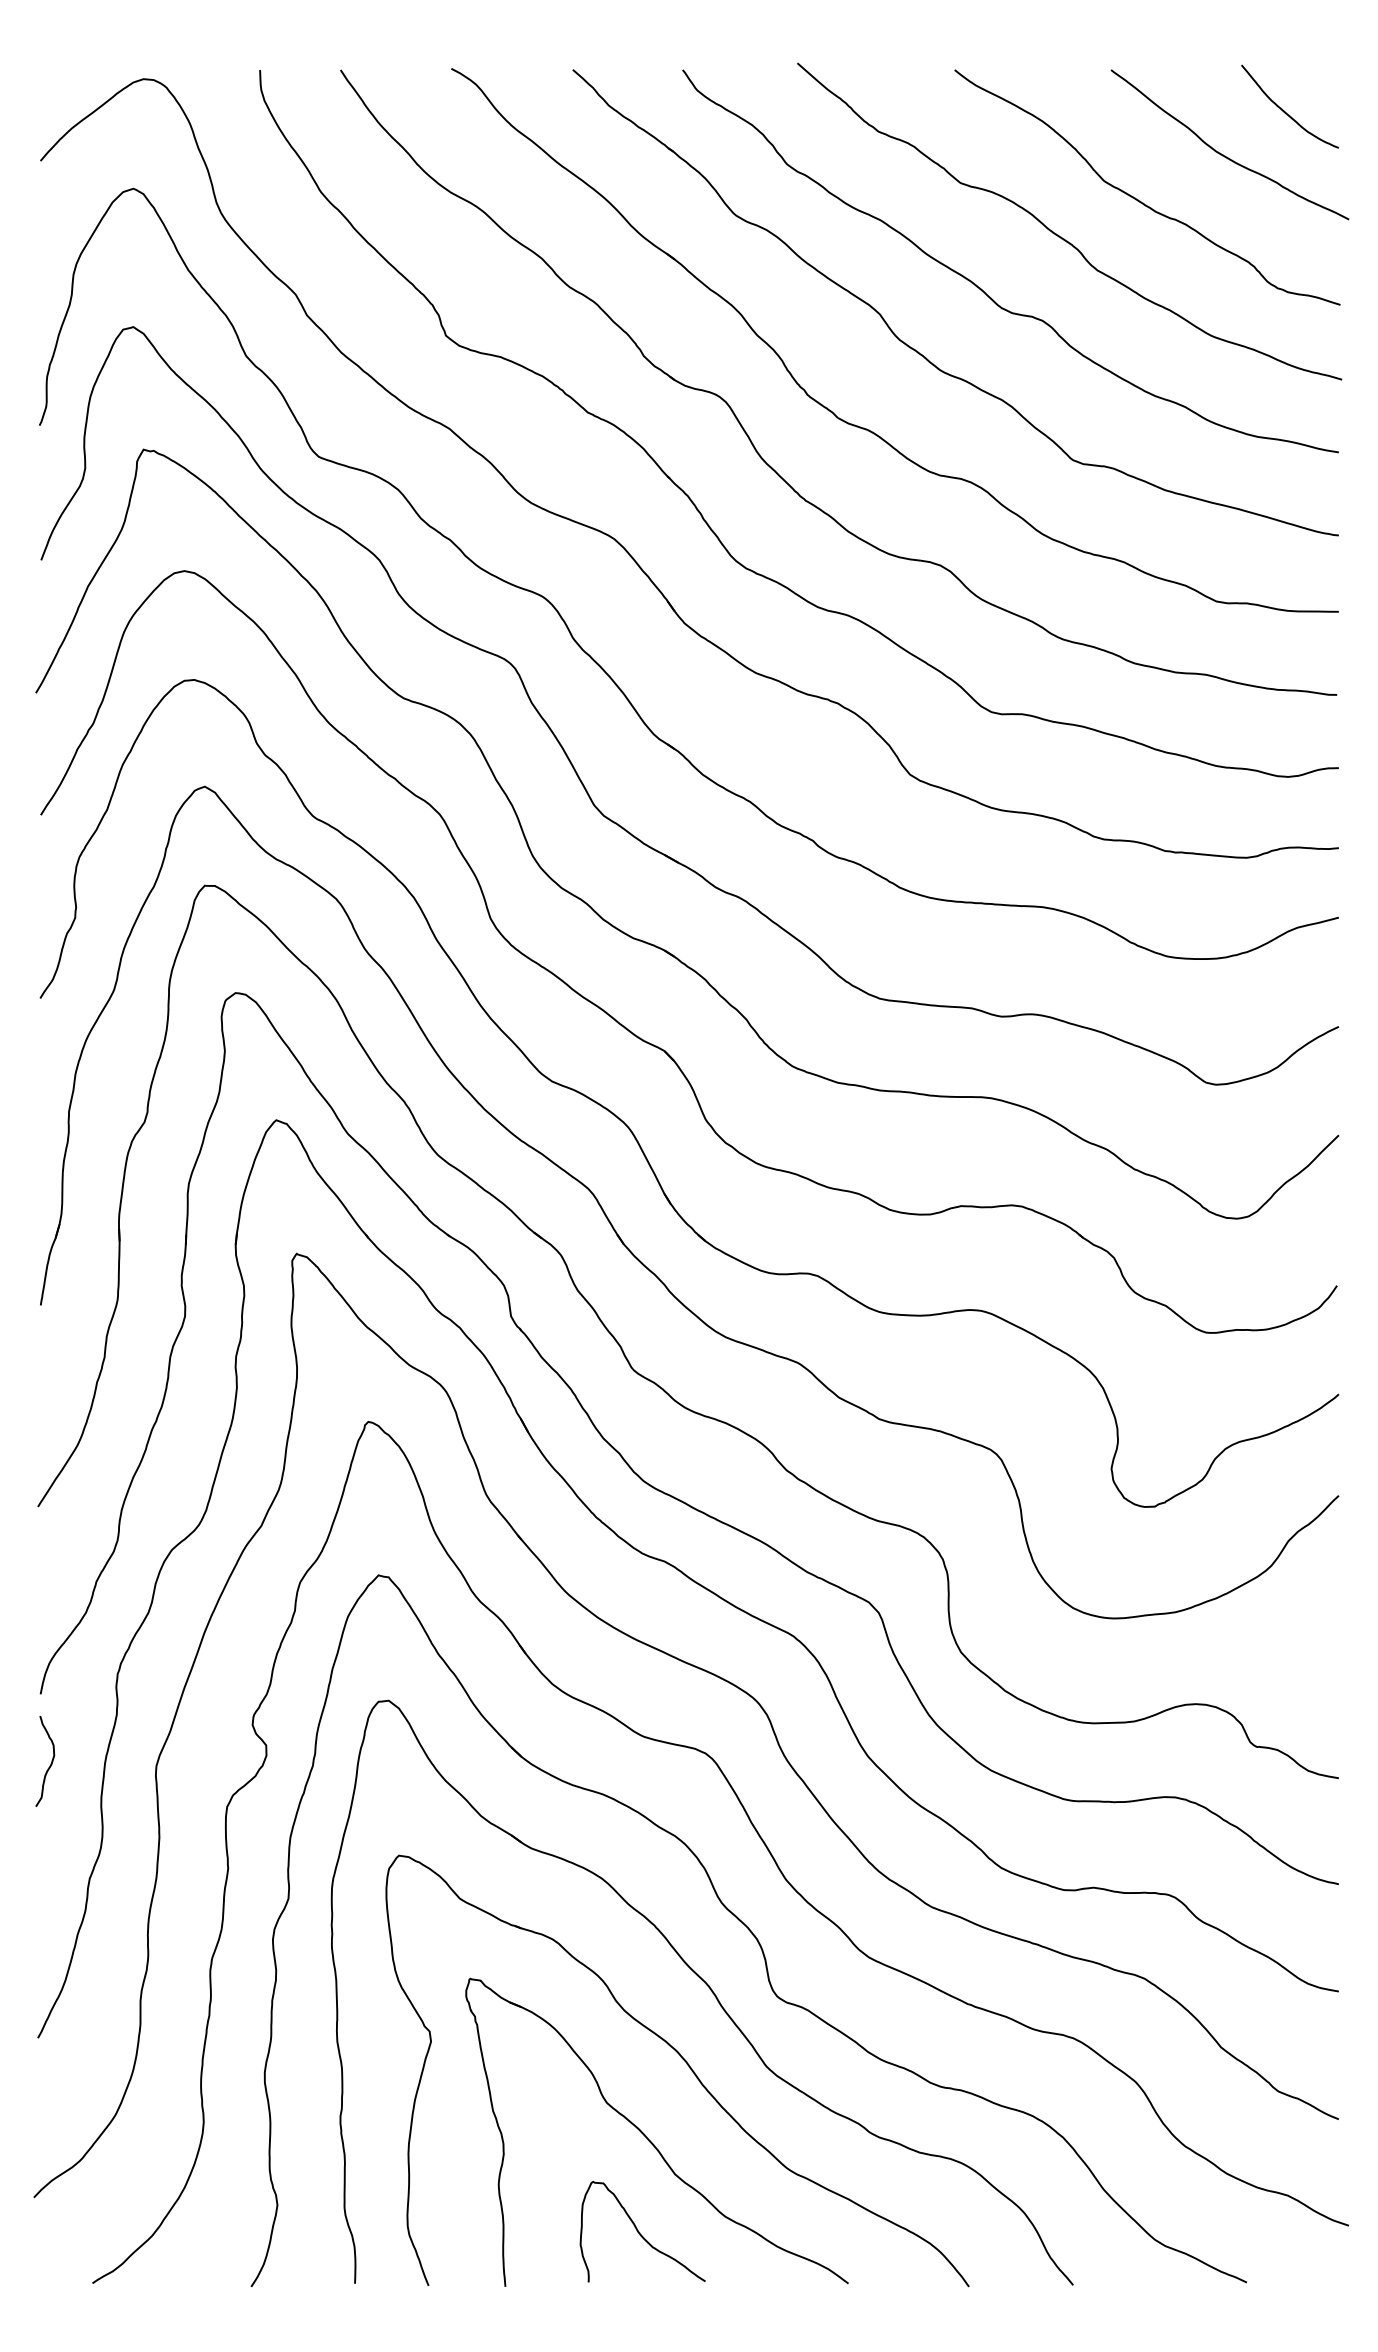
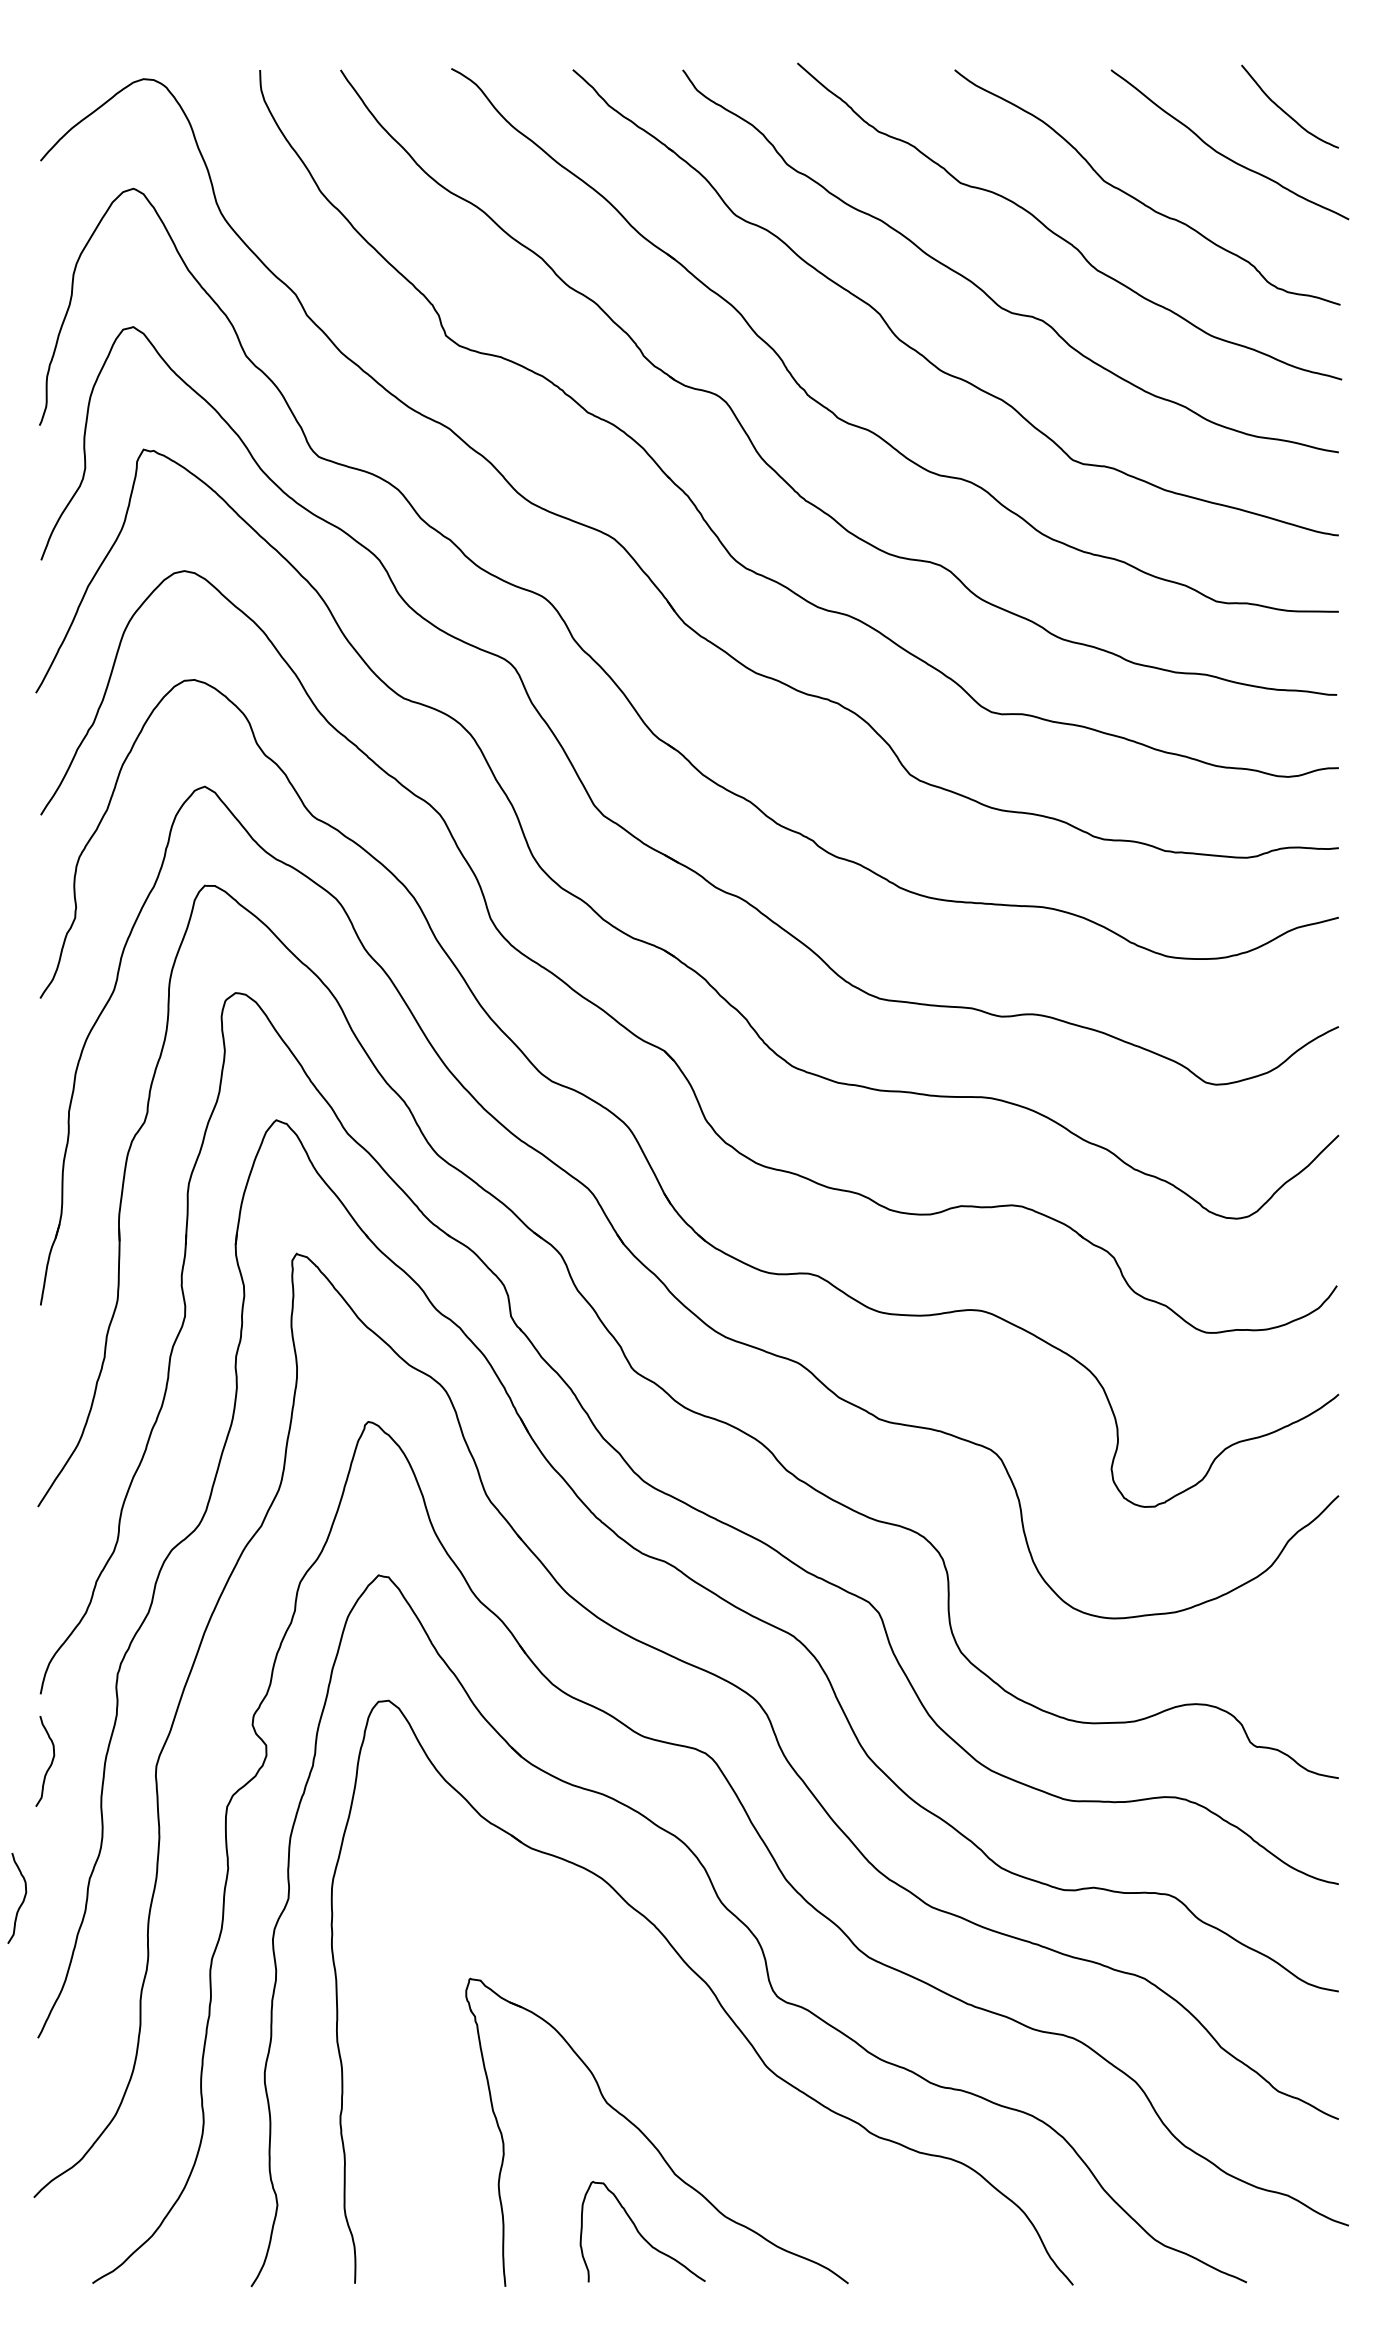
curve at (22, 1900): none -> present
part at (686, 2064): present -> none
